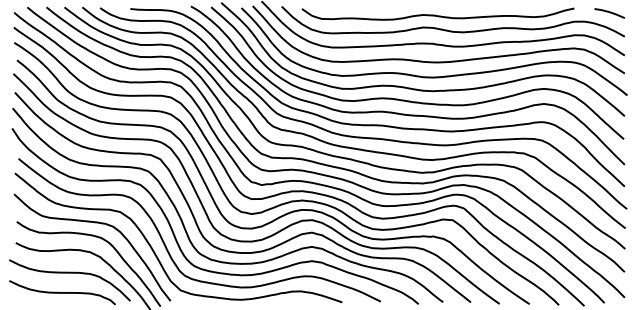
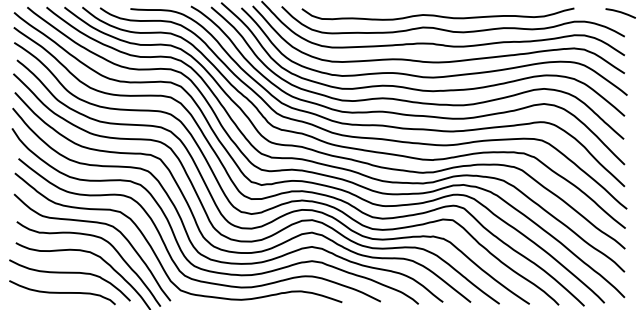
line at (609, 13) position: (609, 13) -> (620, 13)
